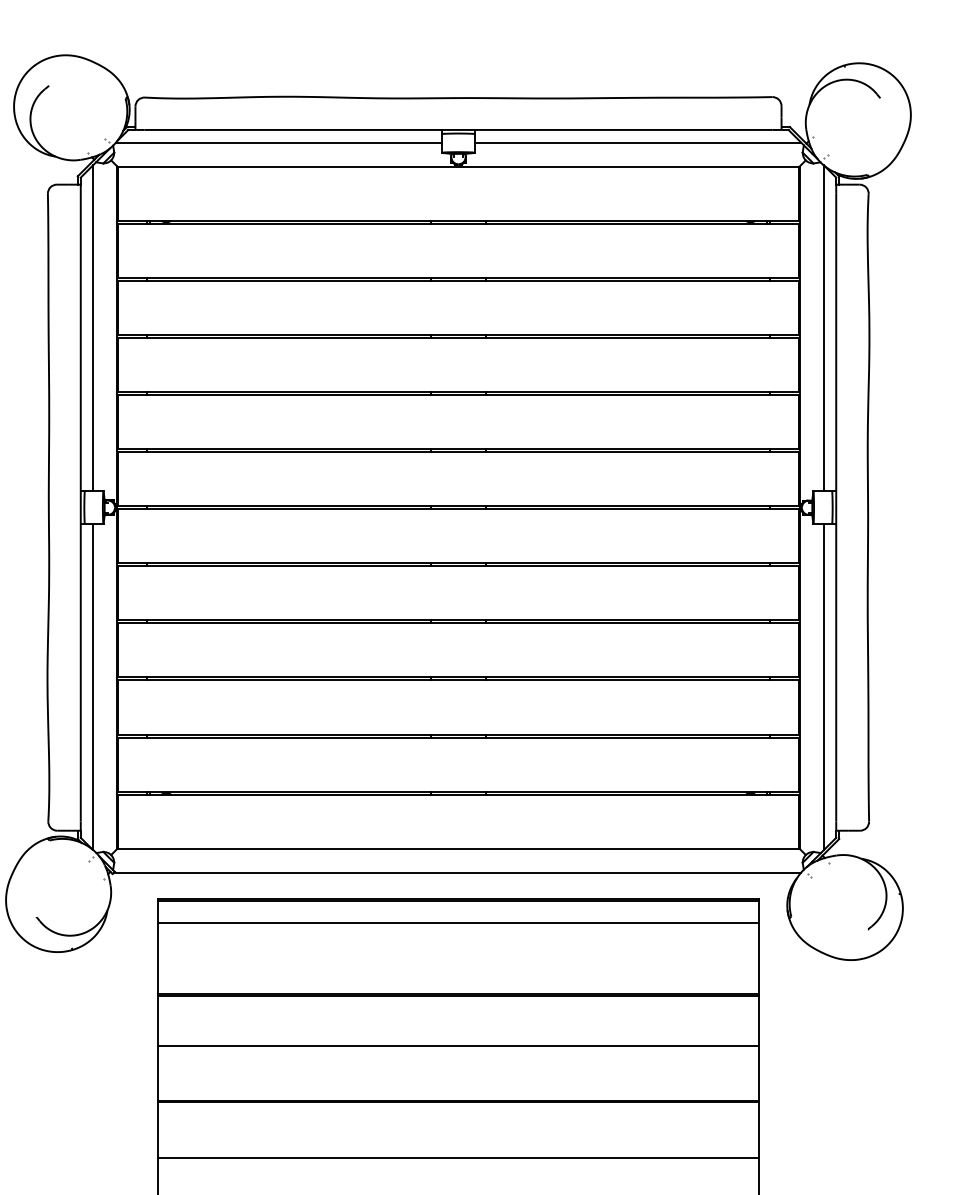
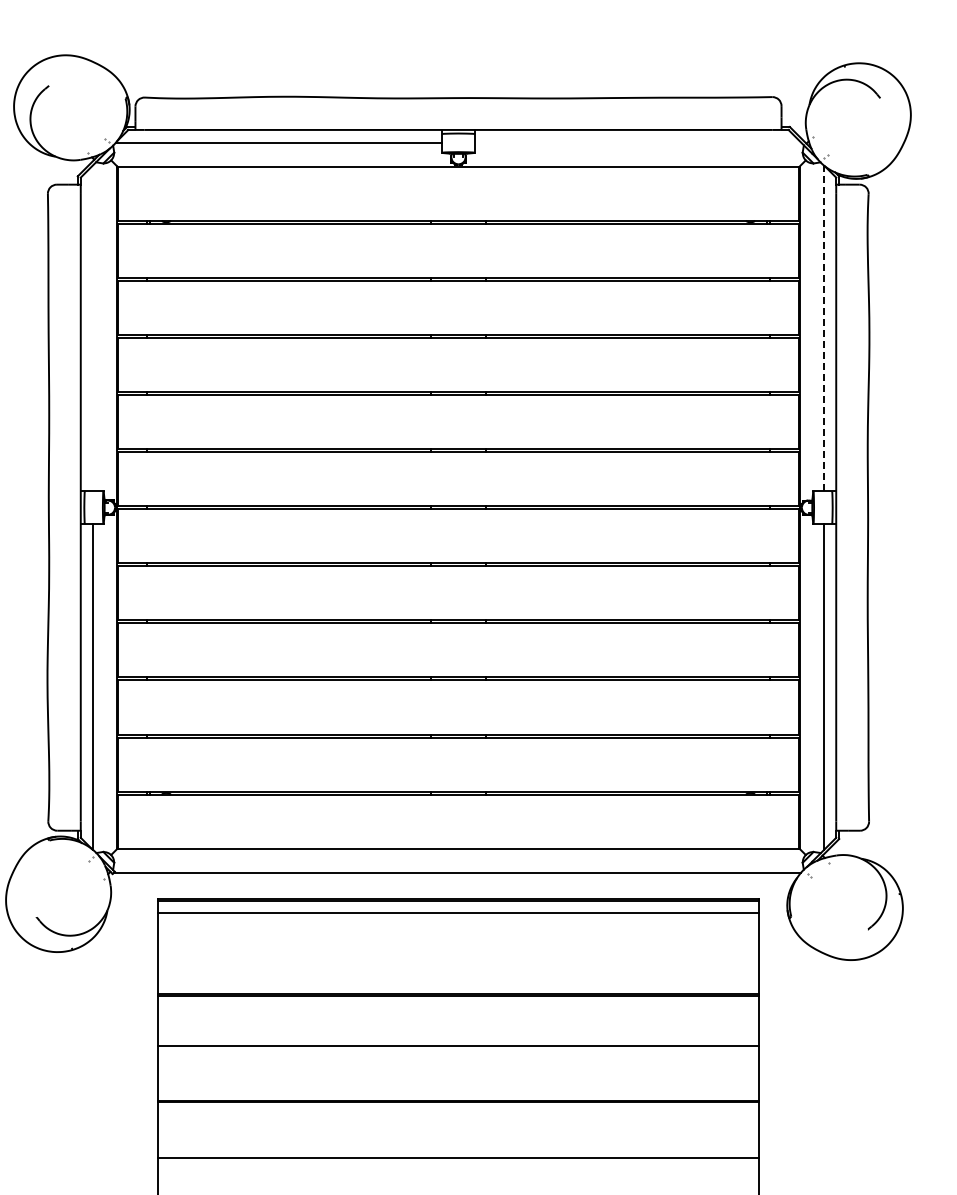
line at (638, 142): present -> none
line at (93, 328): present -> none
line at (823, 328): solid -> dashed
line at (458, 922) position: (458, 922) -> (458, 912)
